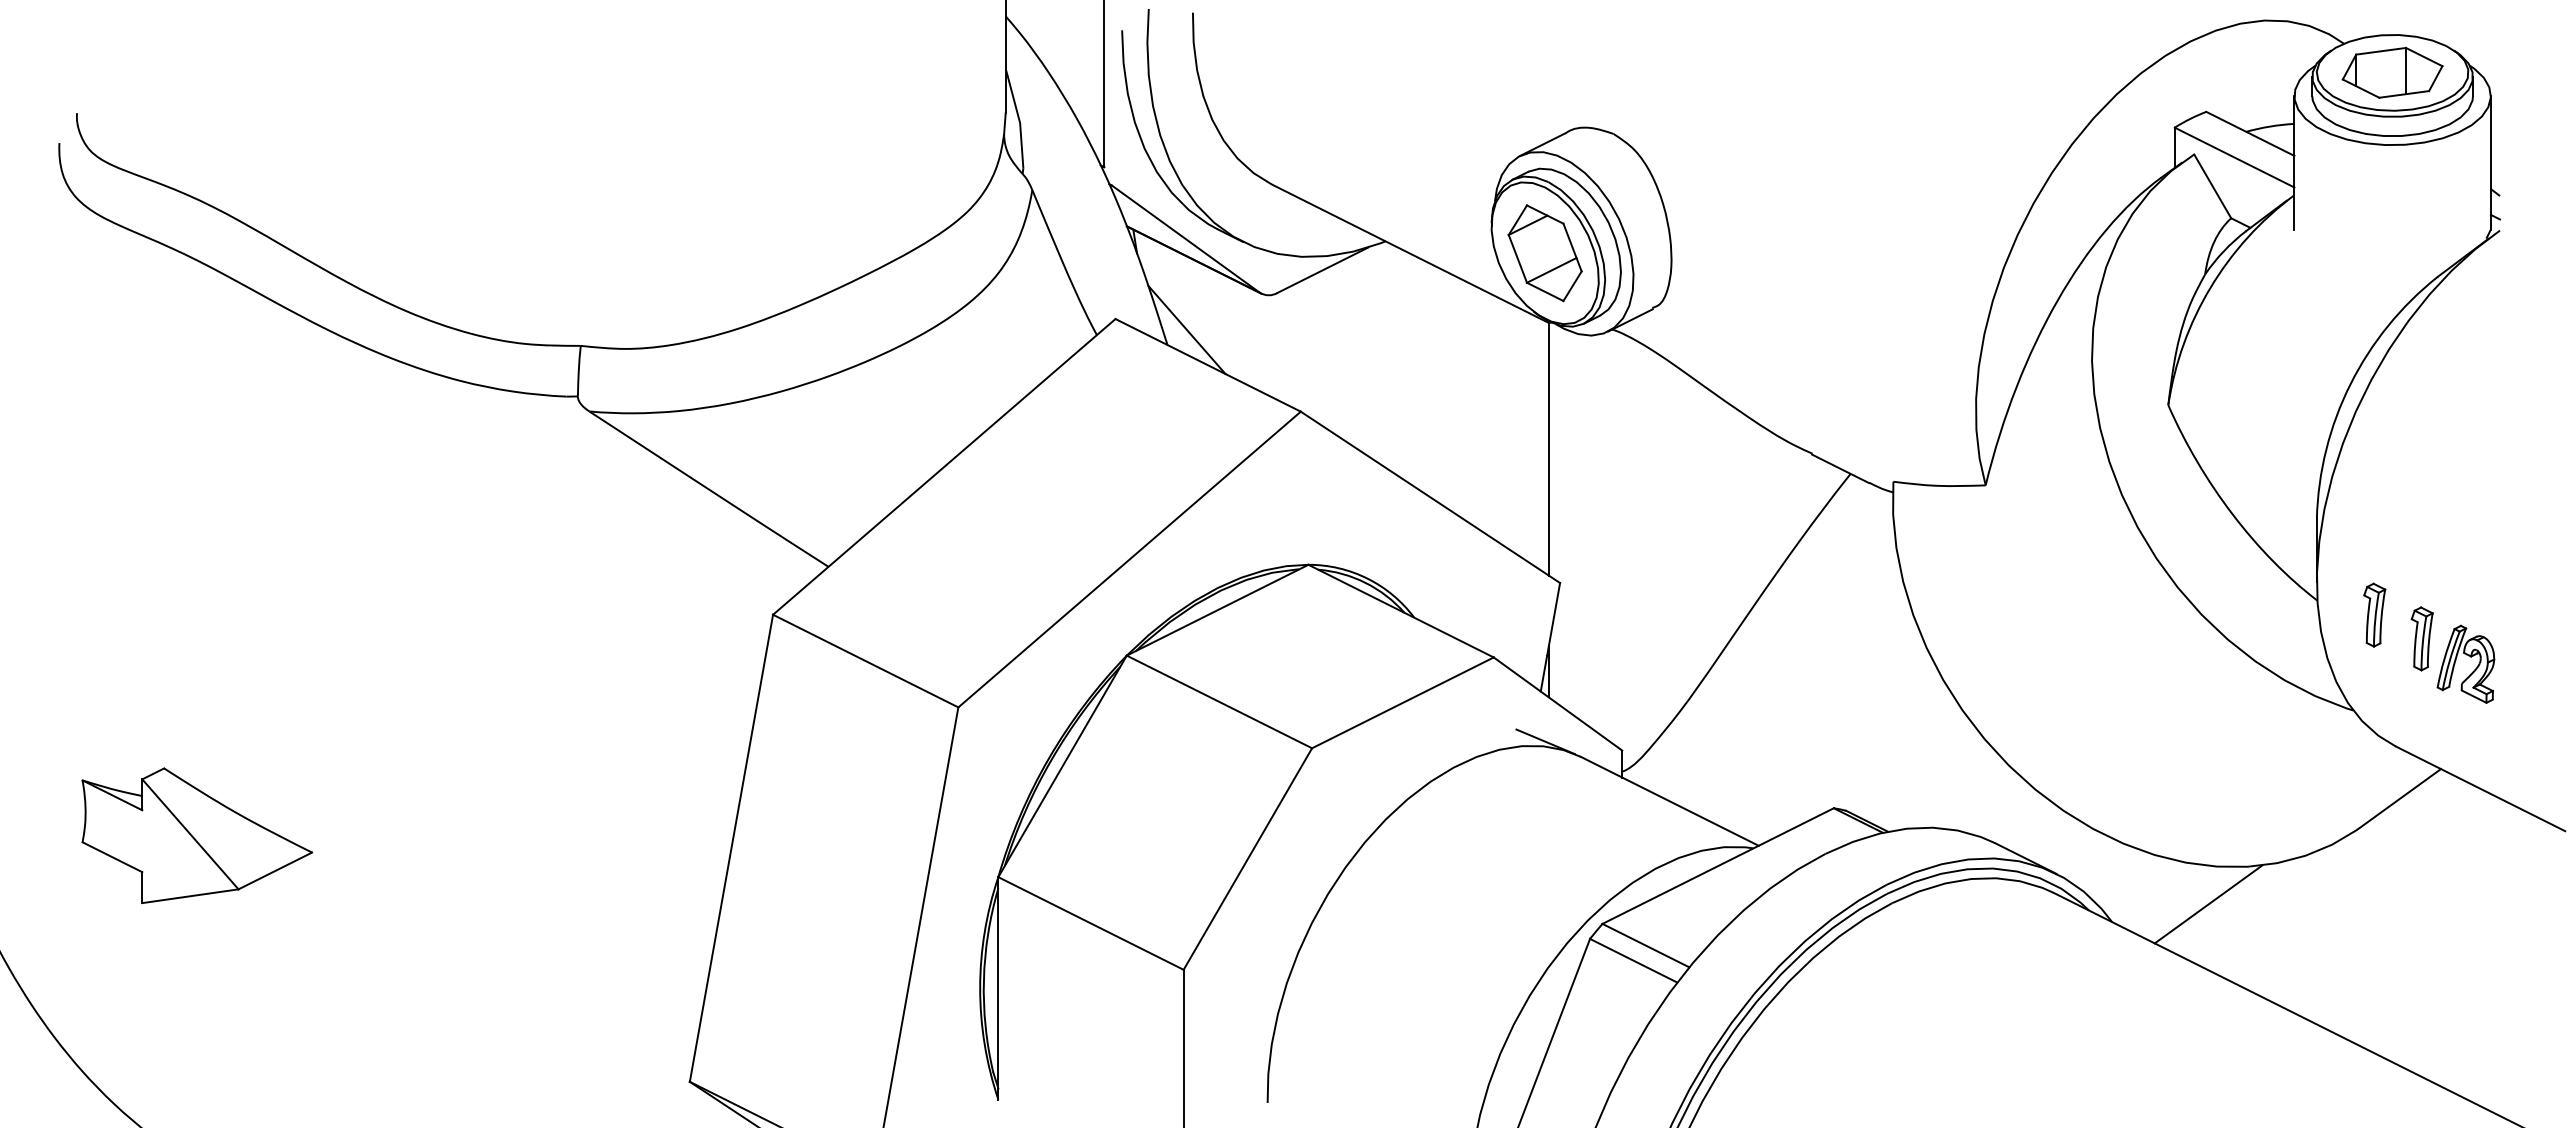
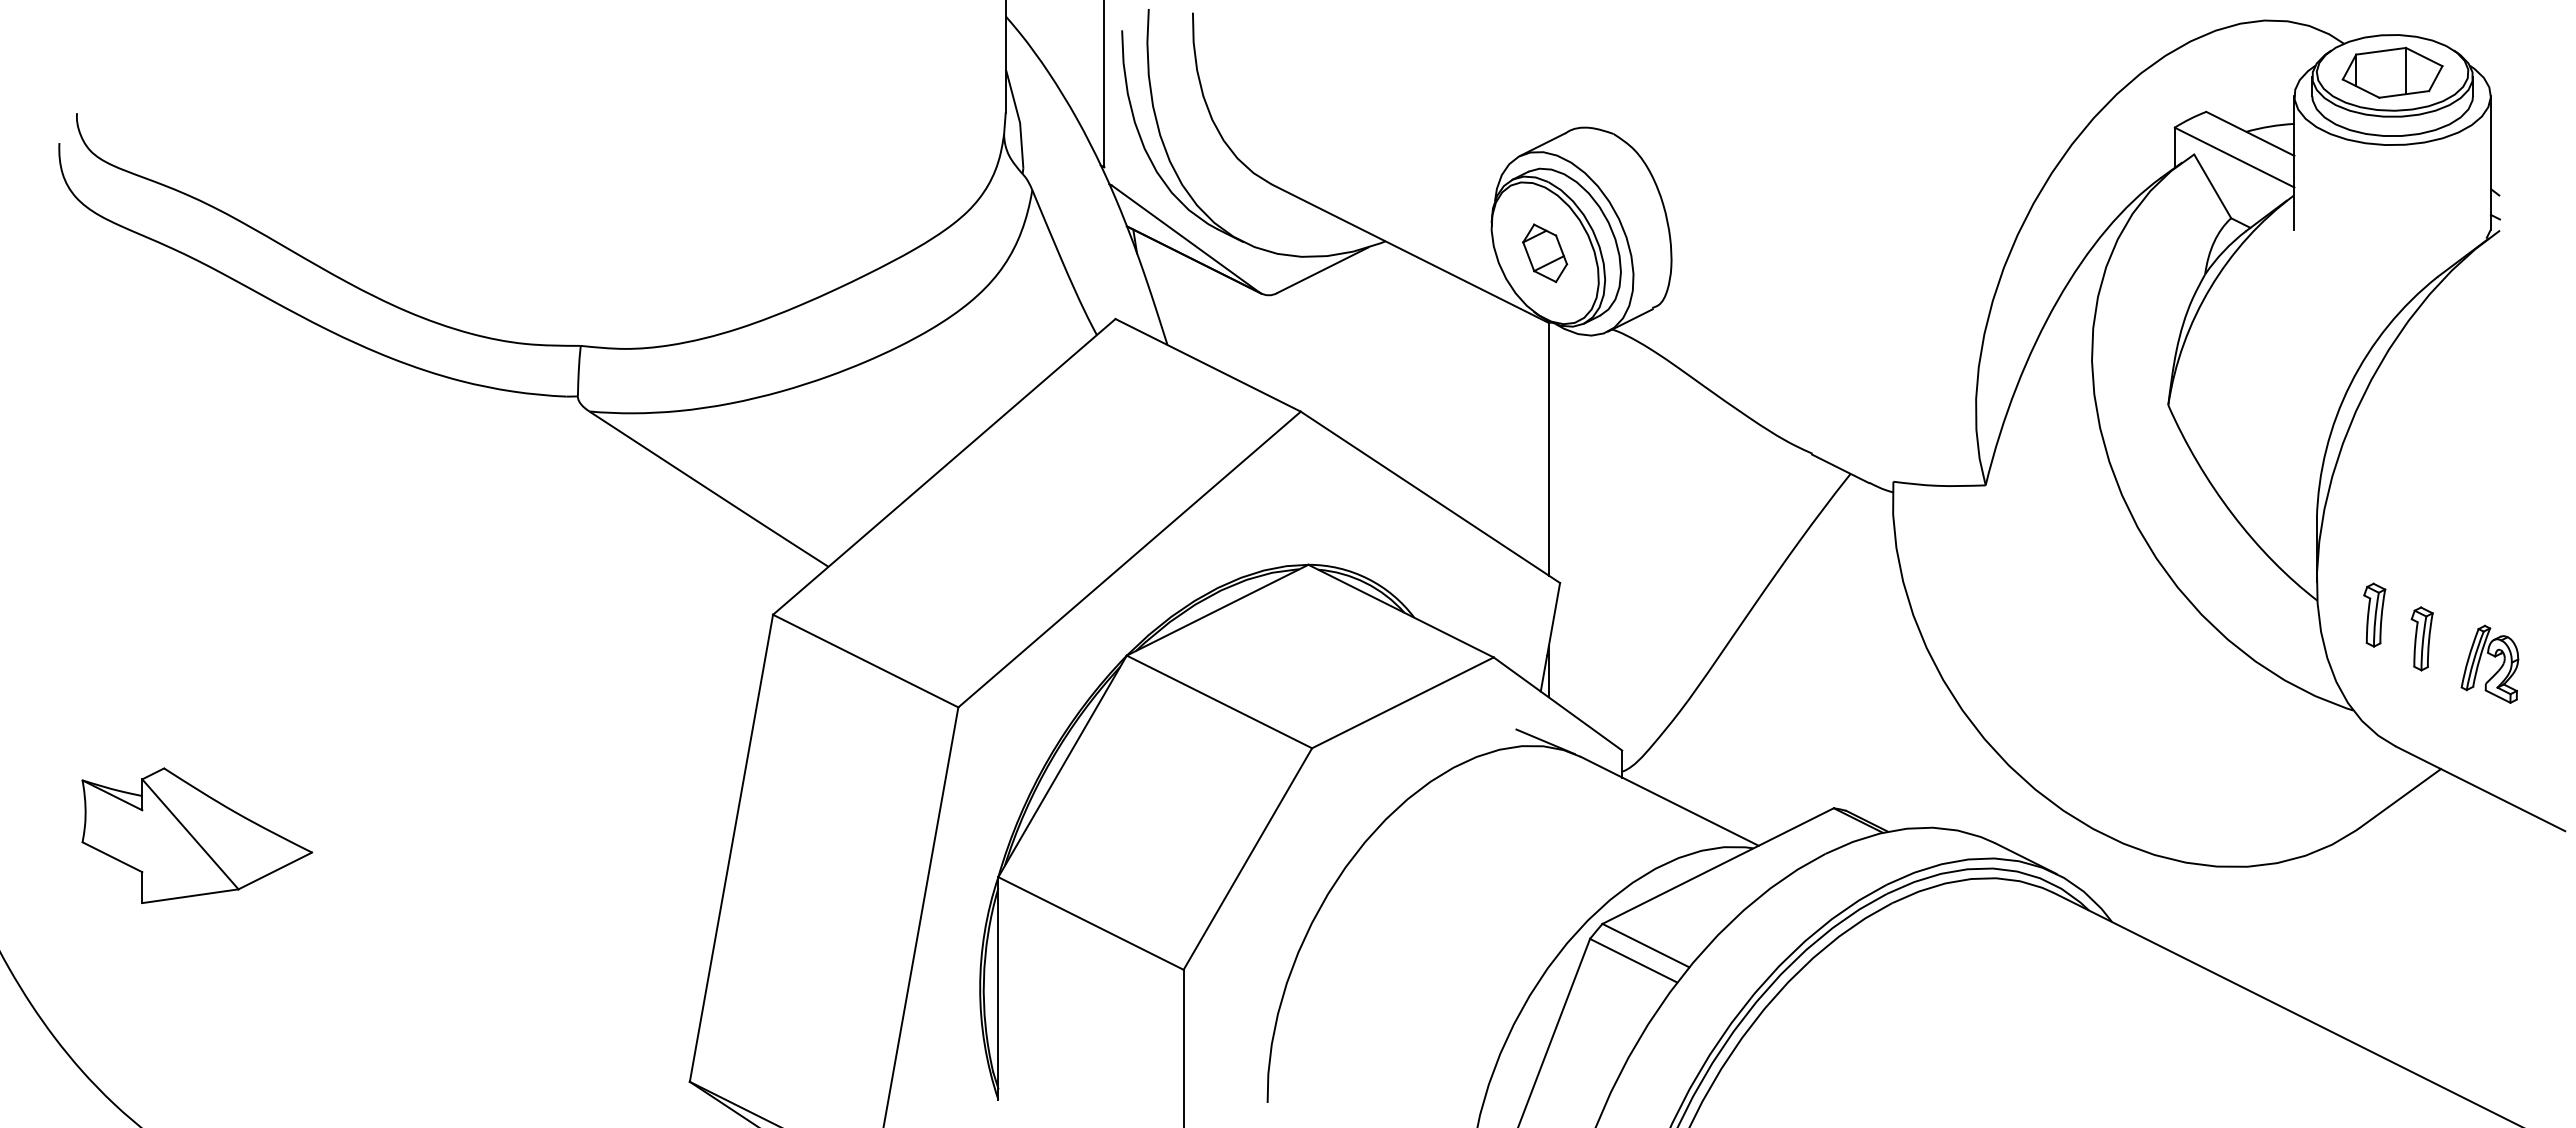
part at (1544, 253) size: 76x99 px -> 47x61 px
line at (1186, 329): present -> none
part at (2468, 656) position: (2468, 656) -> (2492, 656)
line at (2208, 904): present -> none
